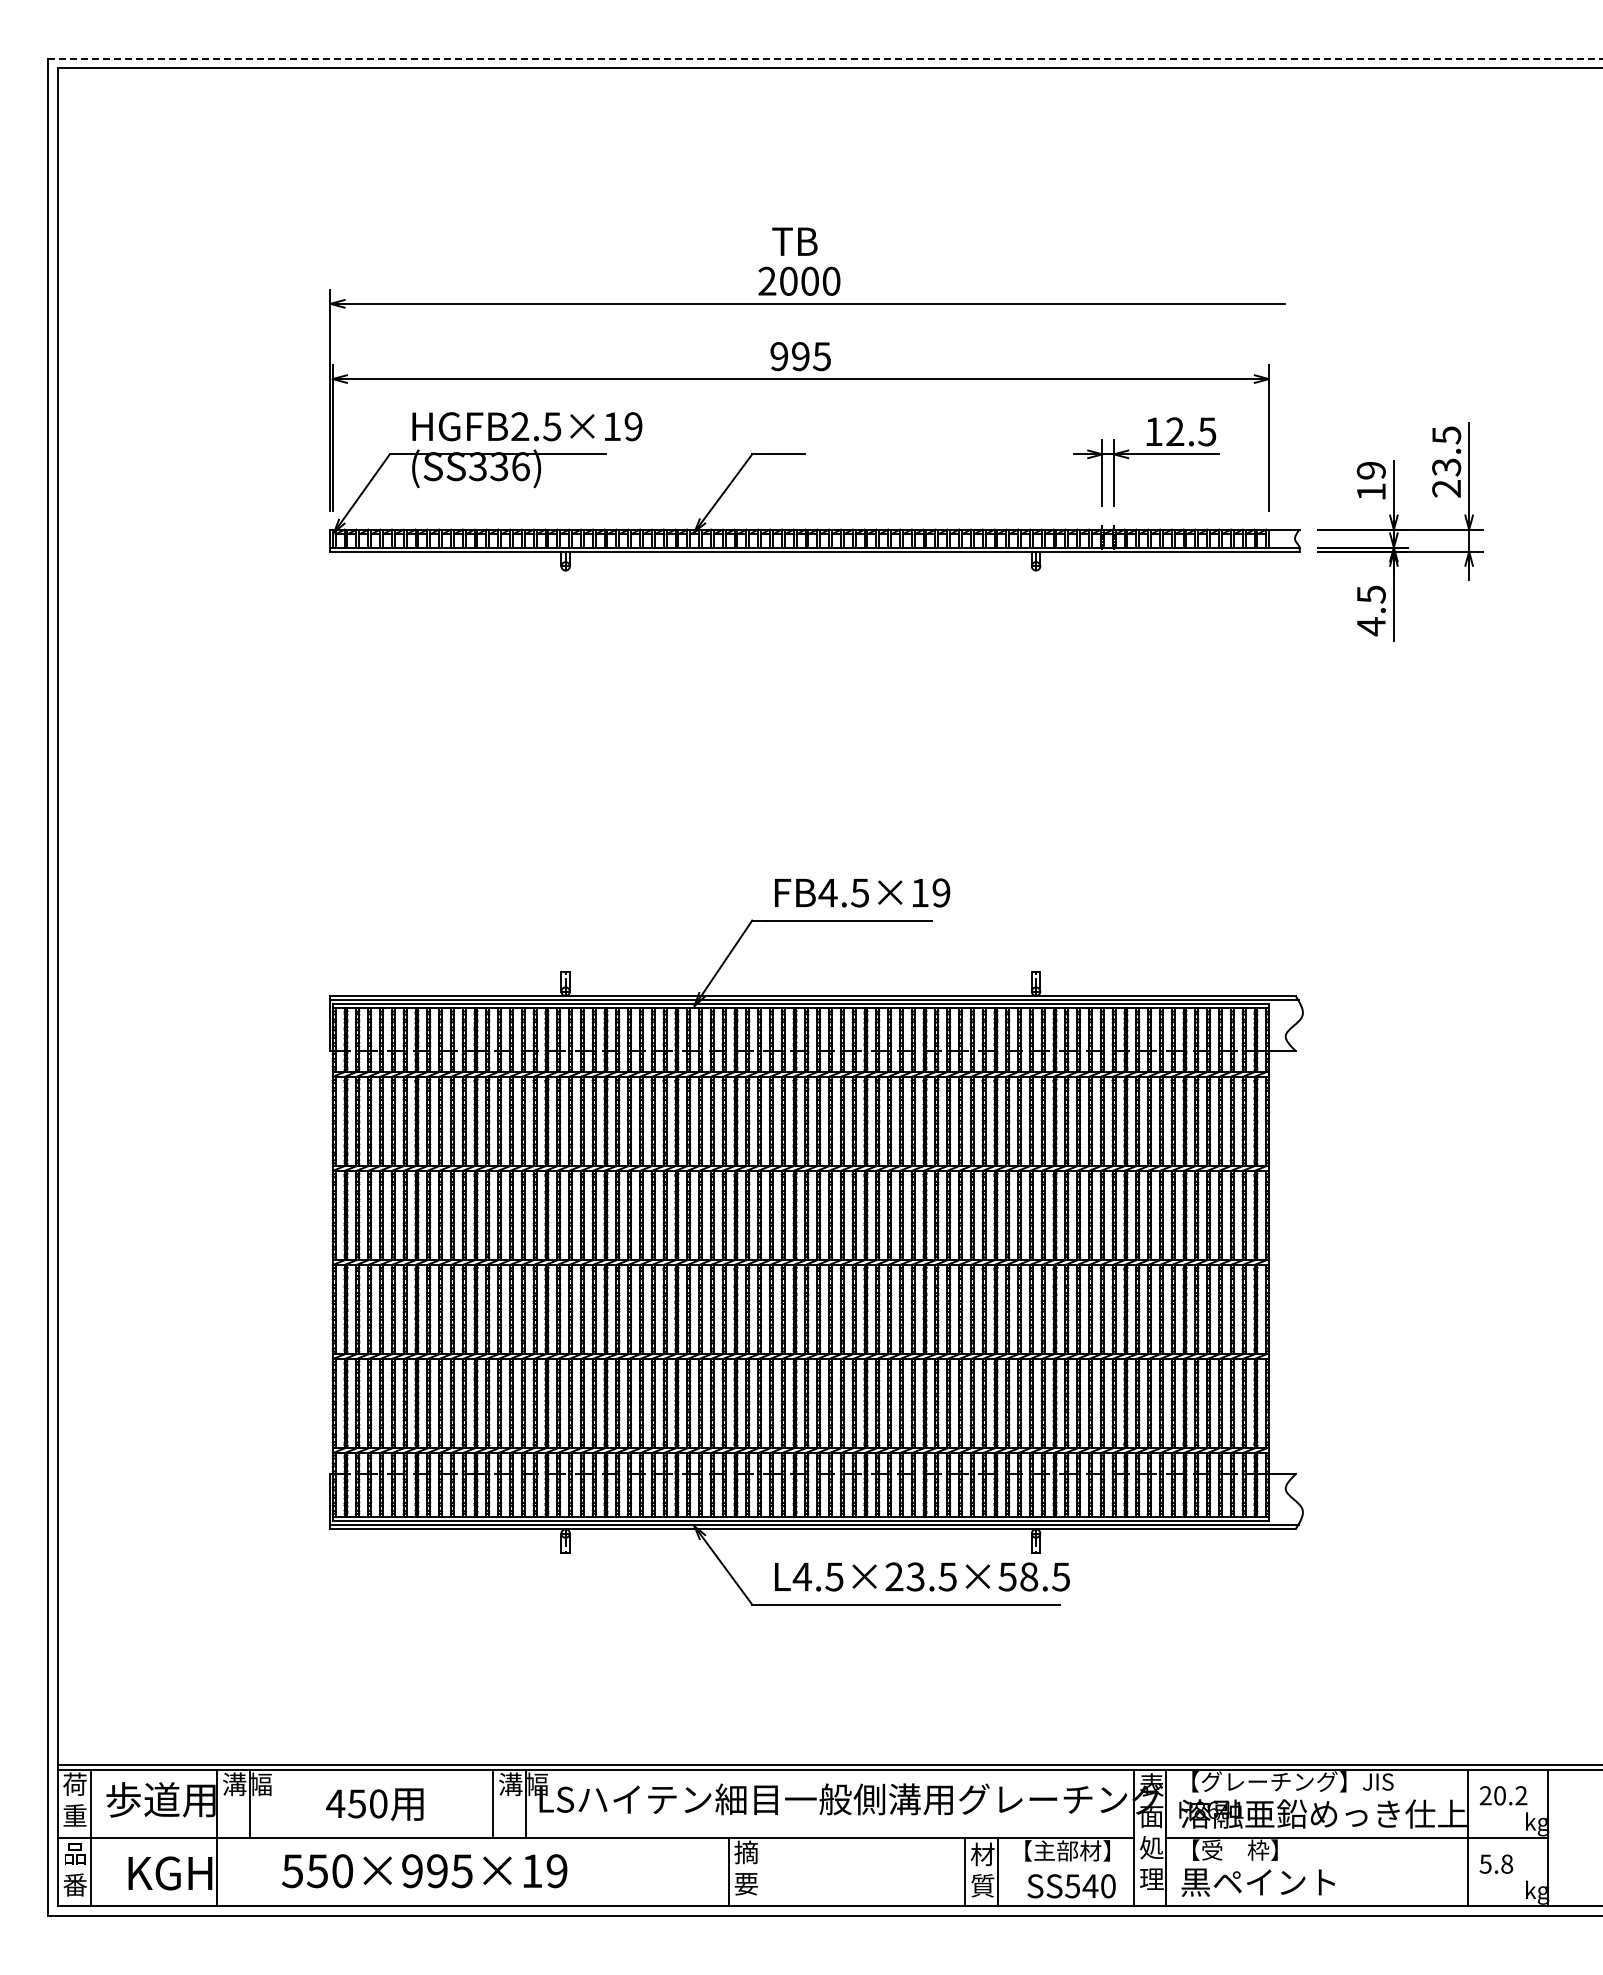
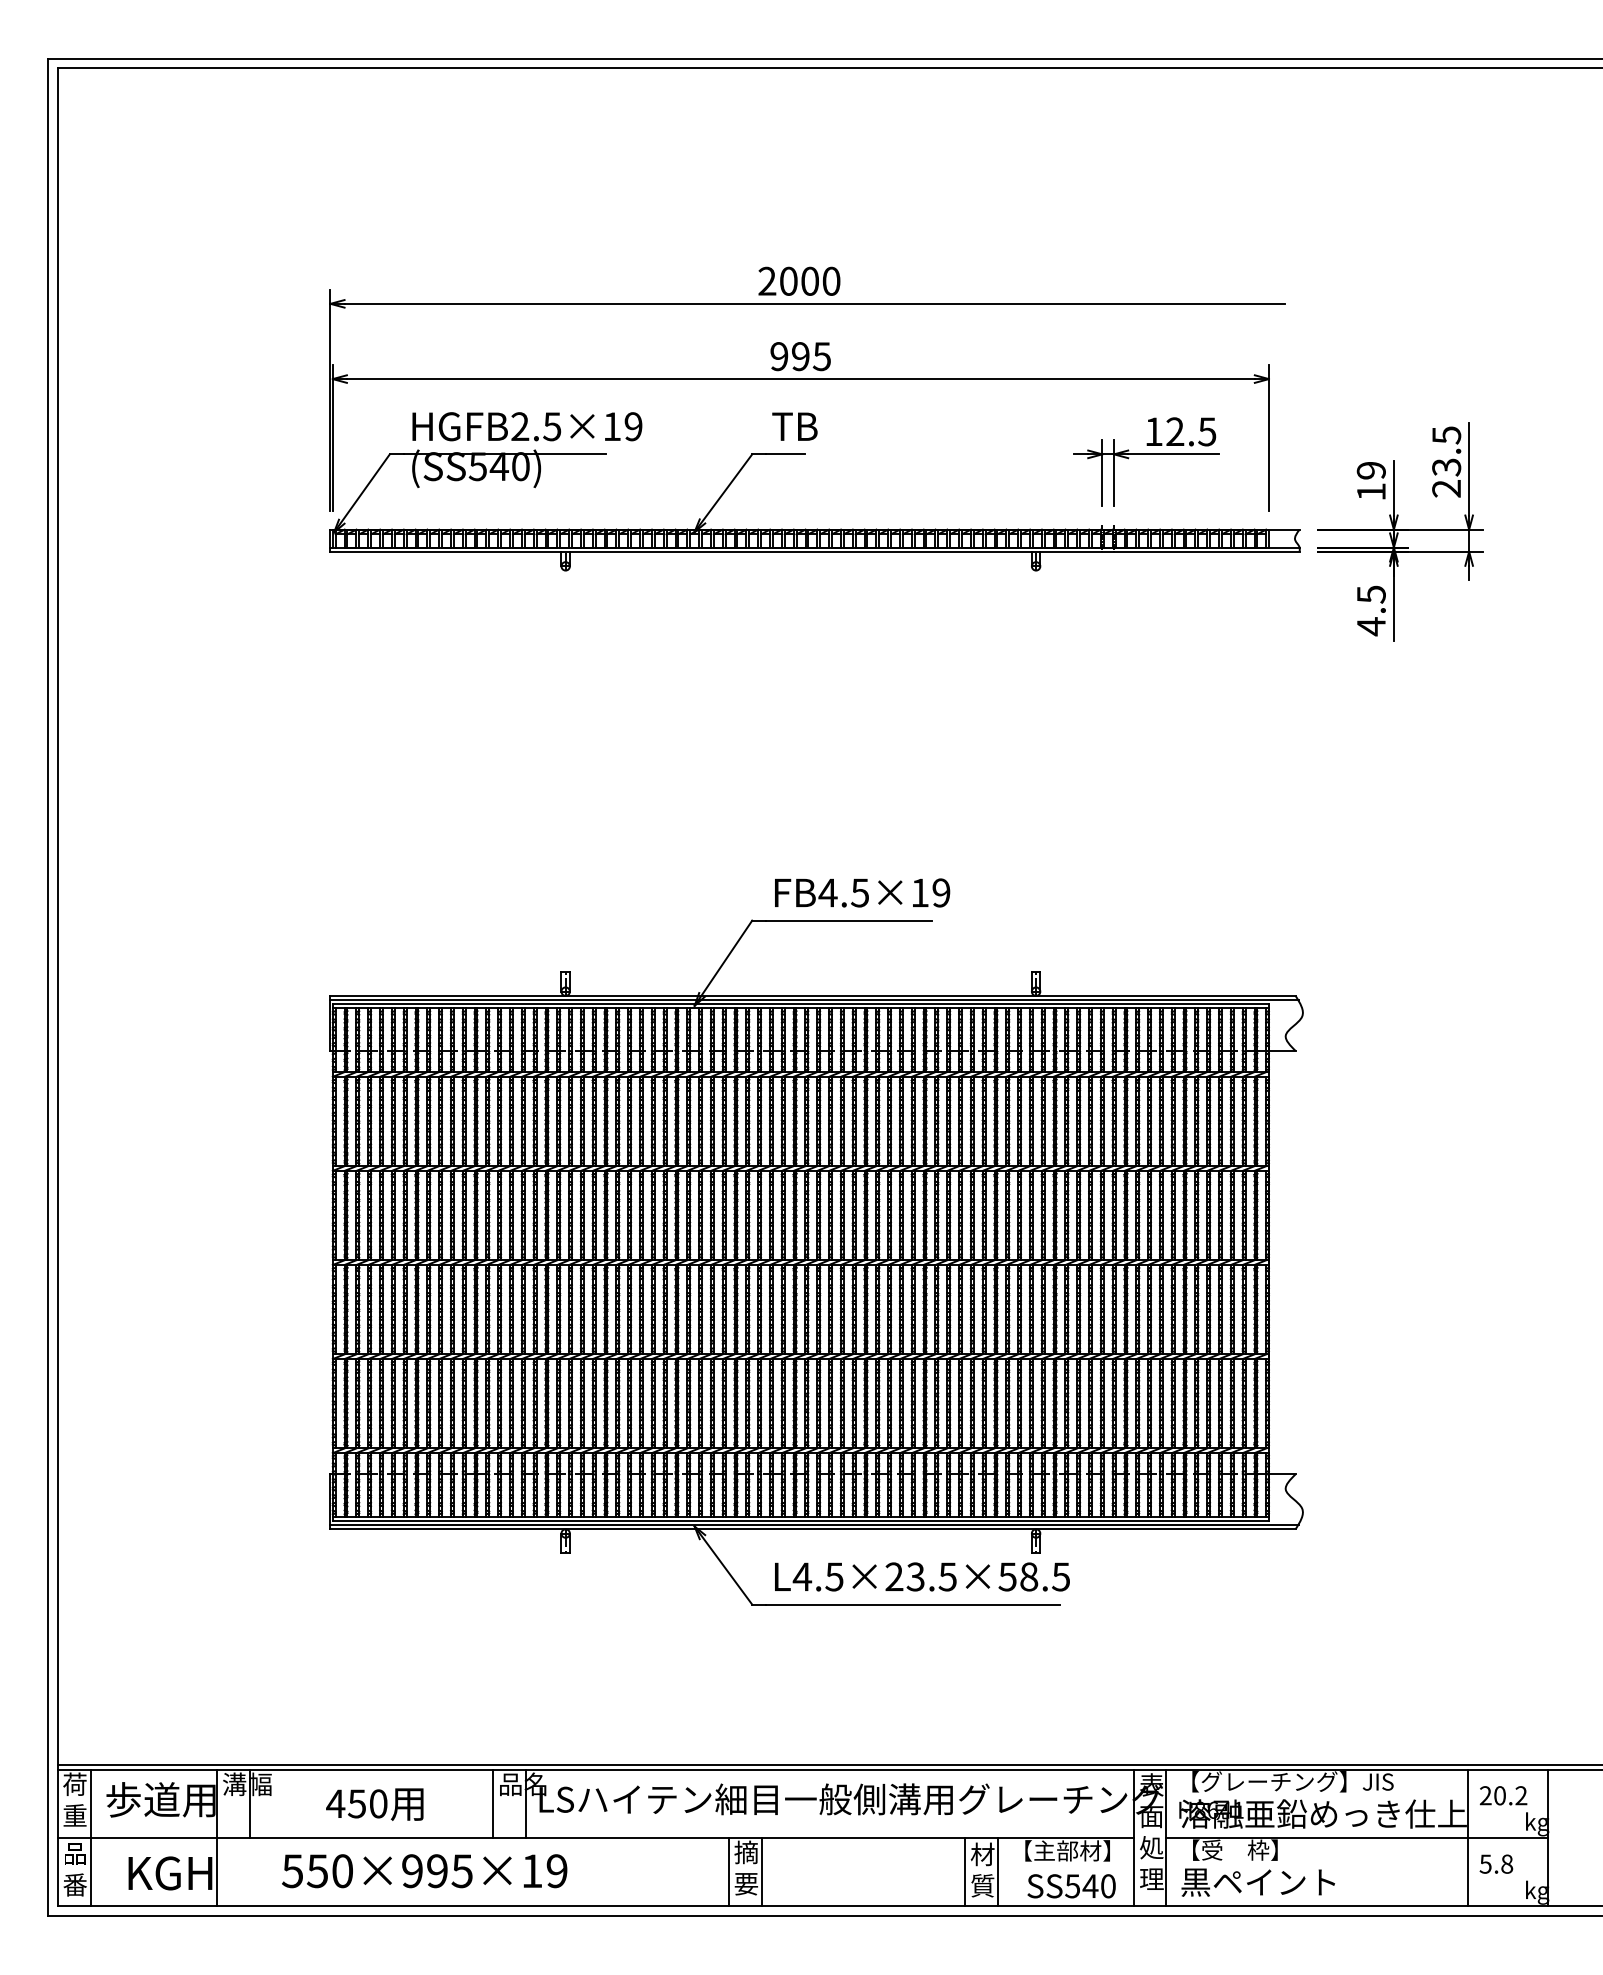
line at (825, 59): dashed -> solid
text at (794, 241) position: (794, 241) -> (794, 426)
text at (499, 466): (SS336) -> (SS540)
text at (523, 1784): 溝幅 -> 品名
line at (762, 1871): none -> present
